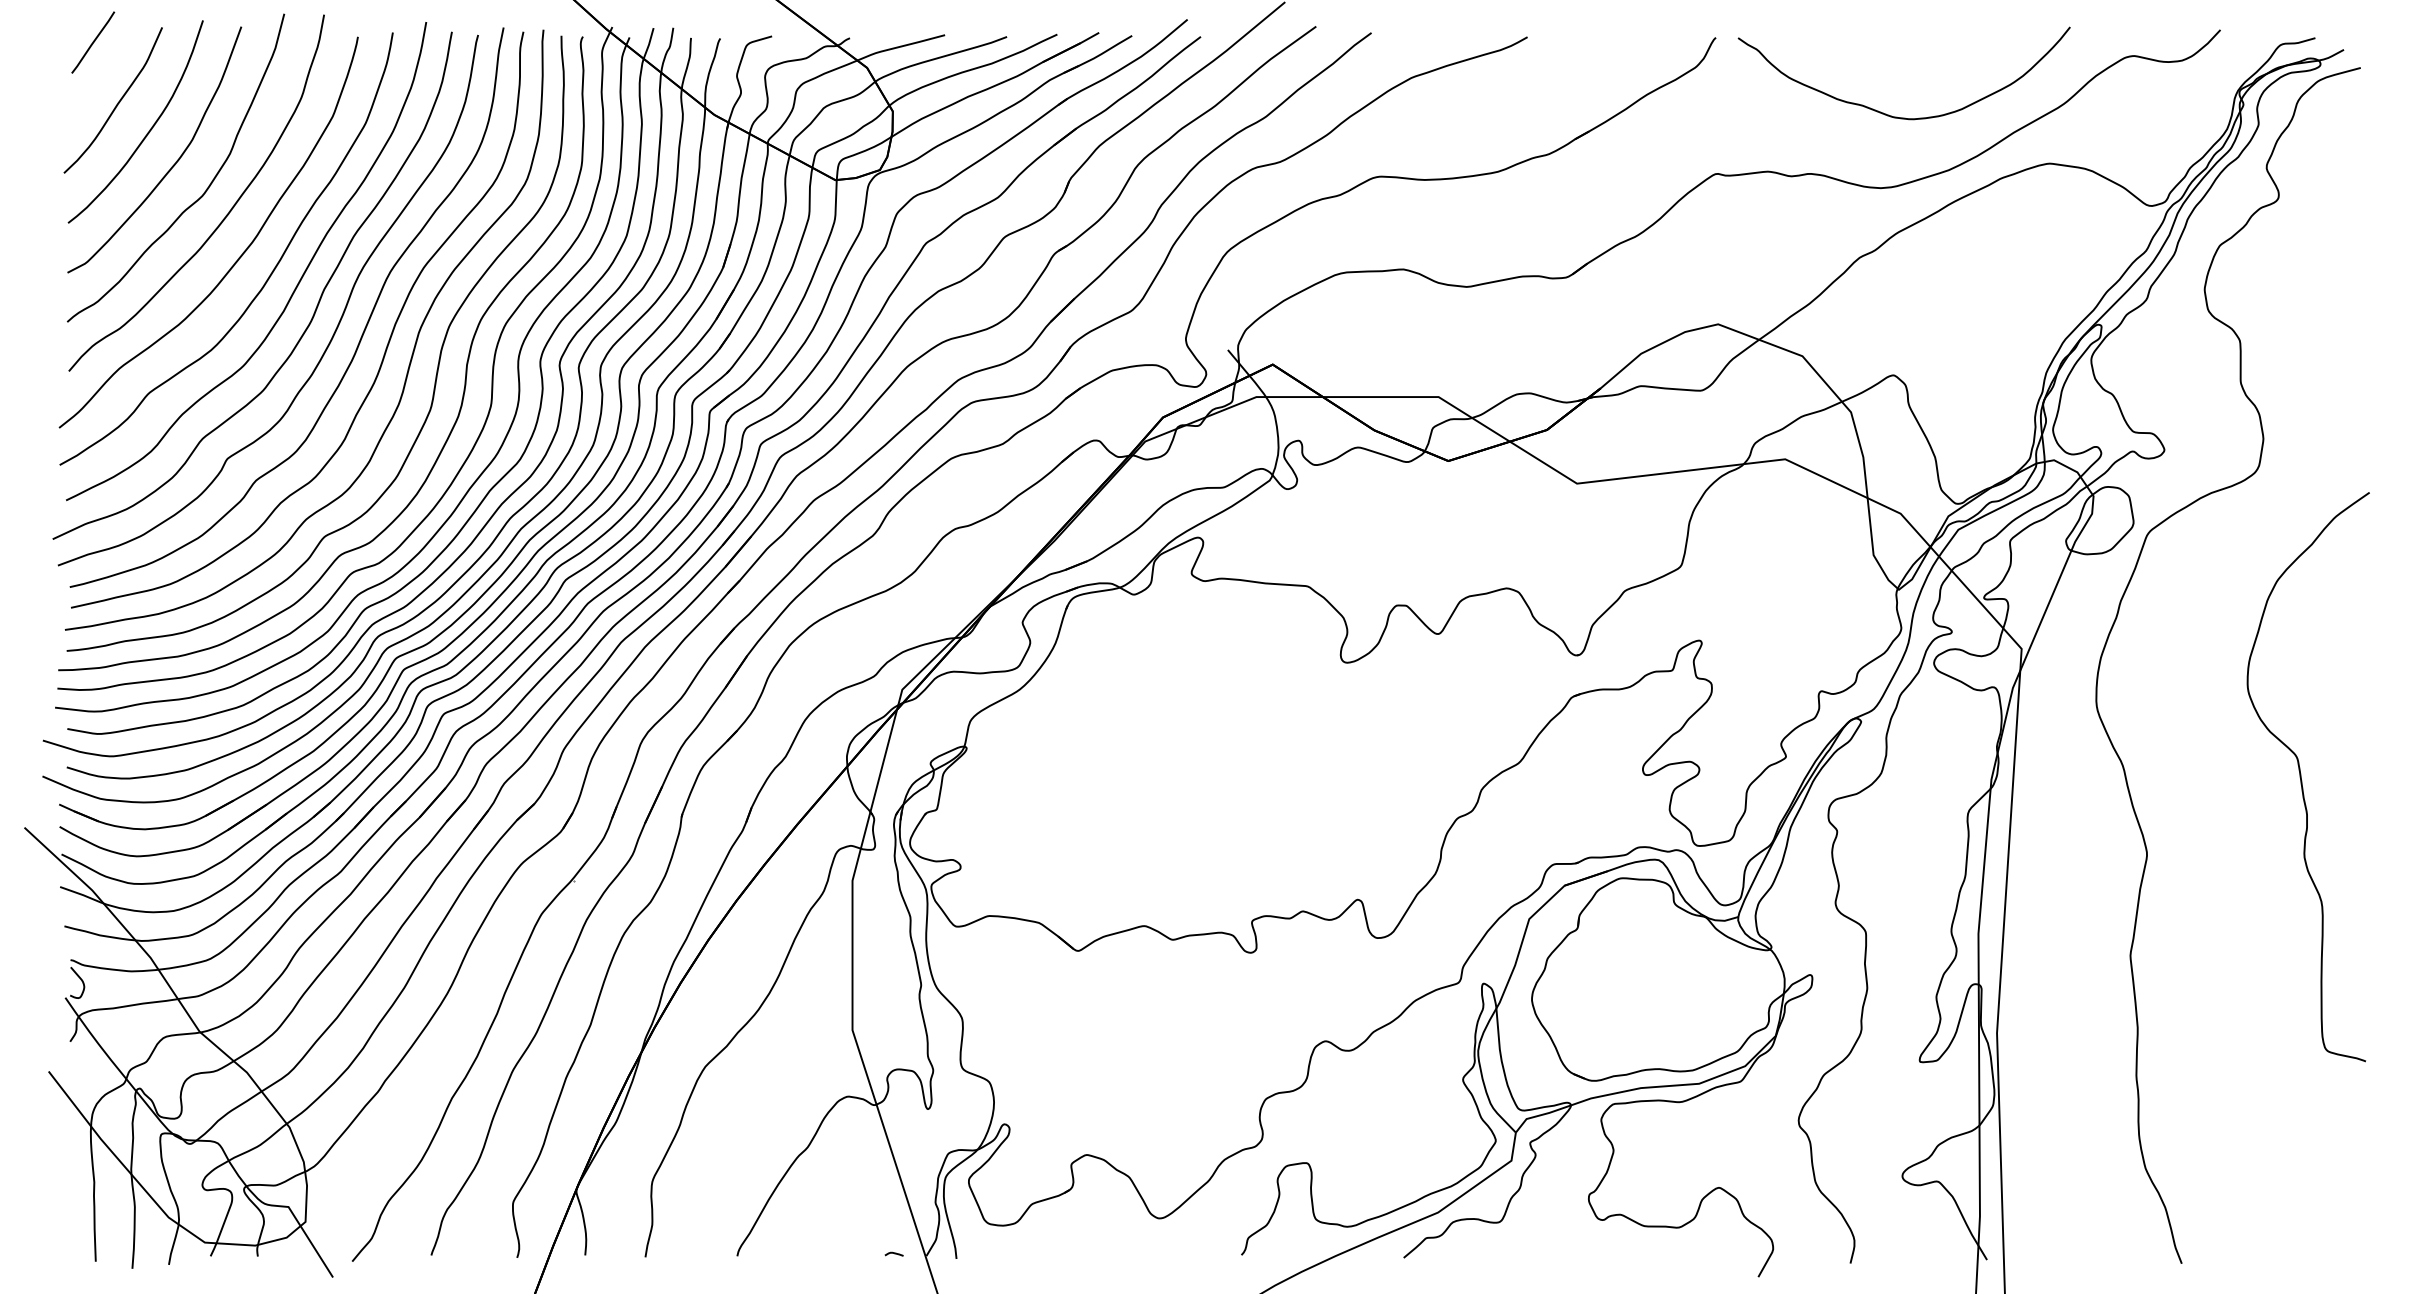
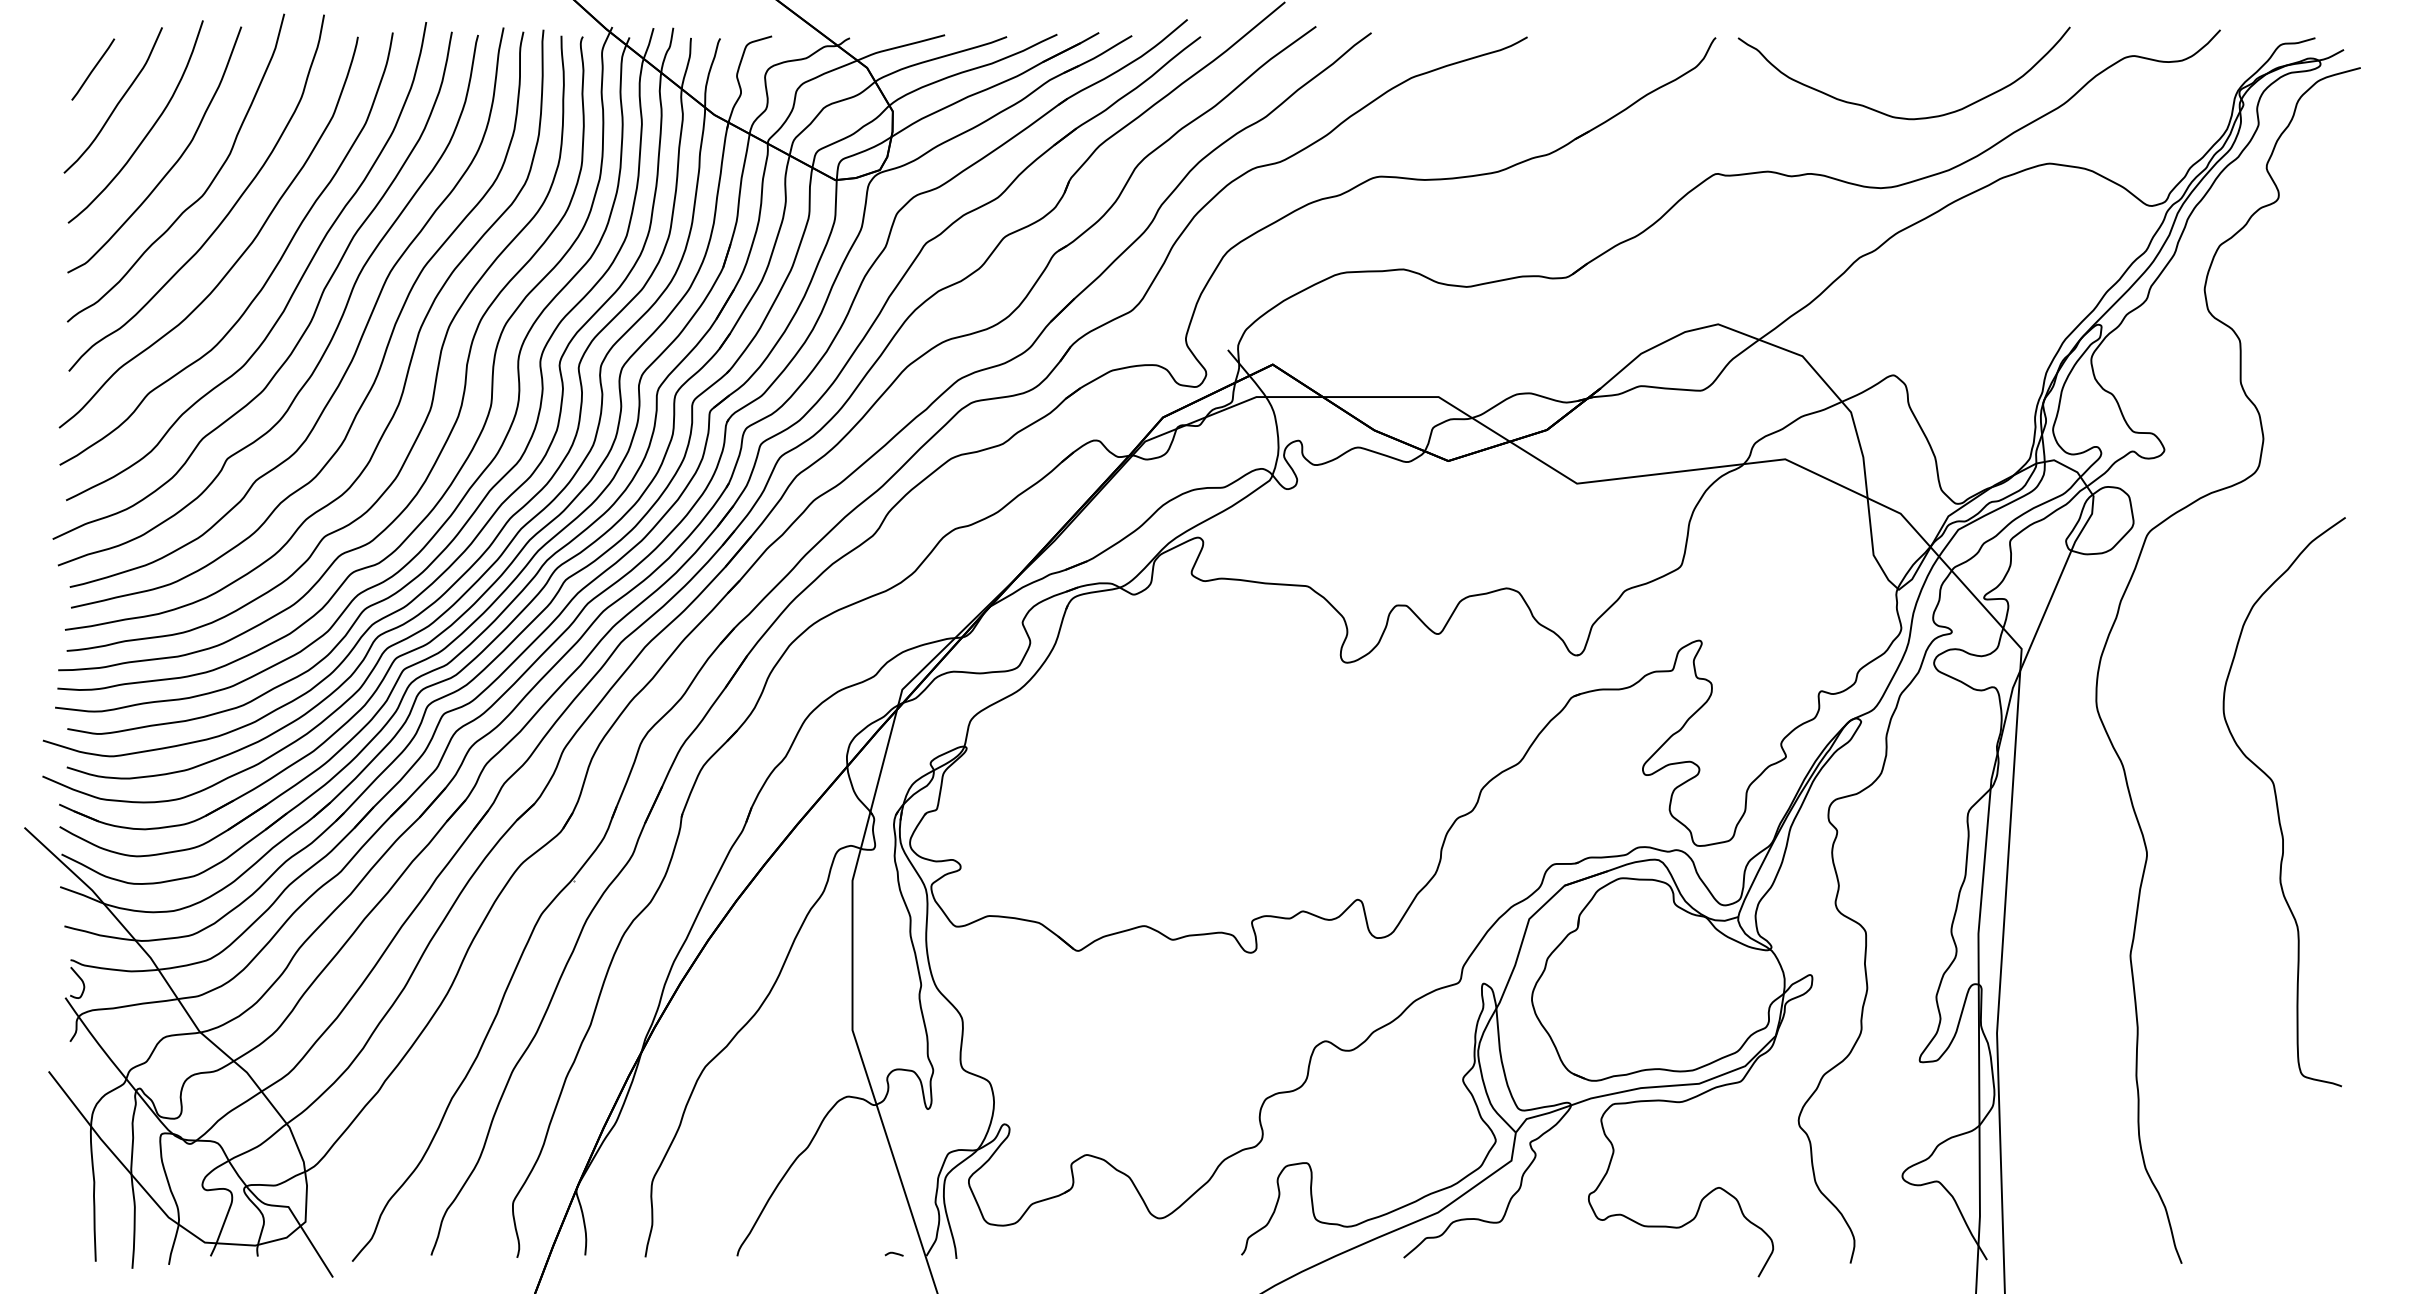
line at (93, 42) position: (93, 42) -> (93, 69)
curve at (2302, 780) position: (2302, 780) -> (2278, 805)
